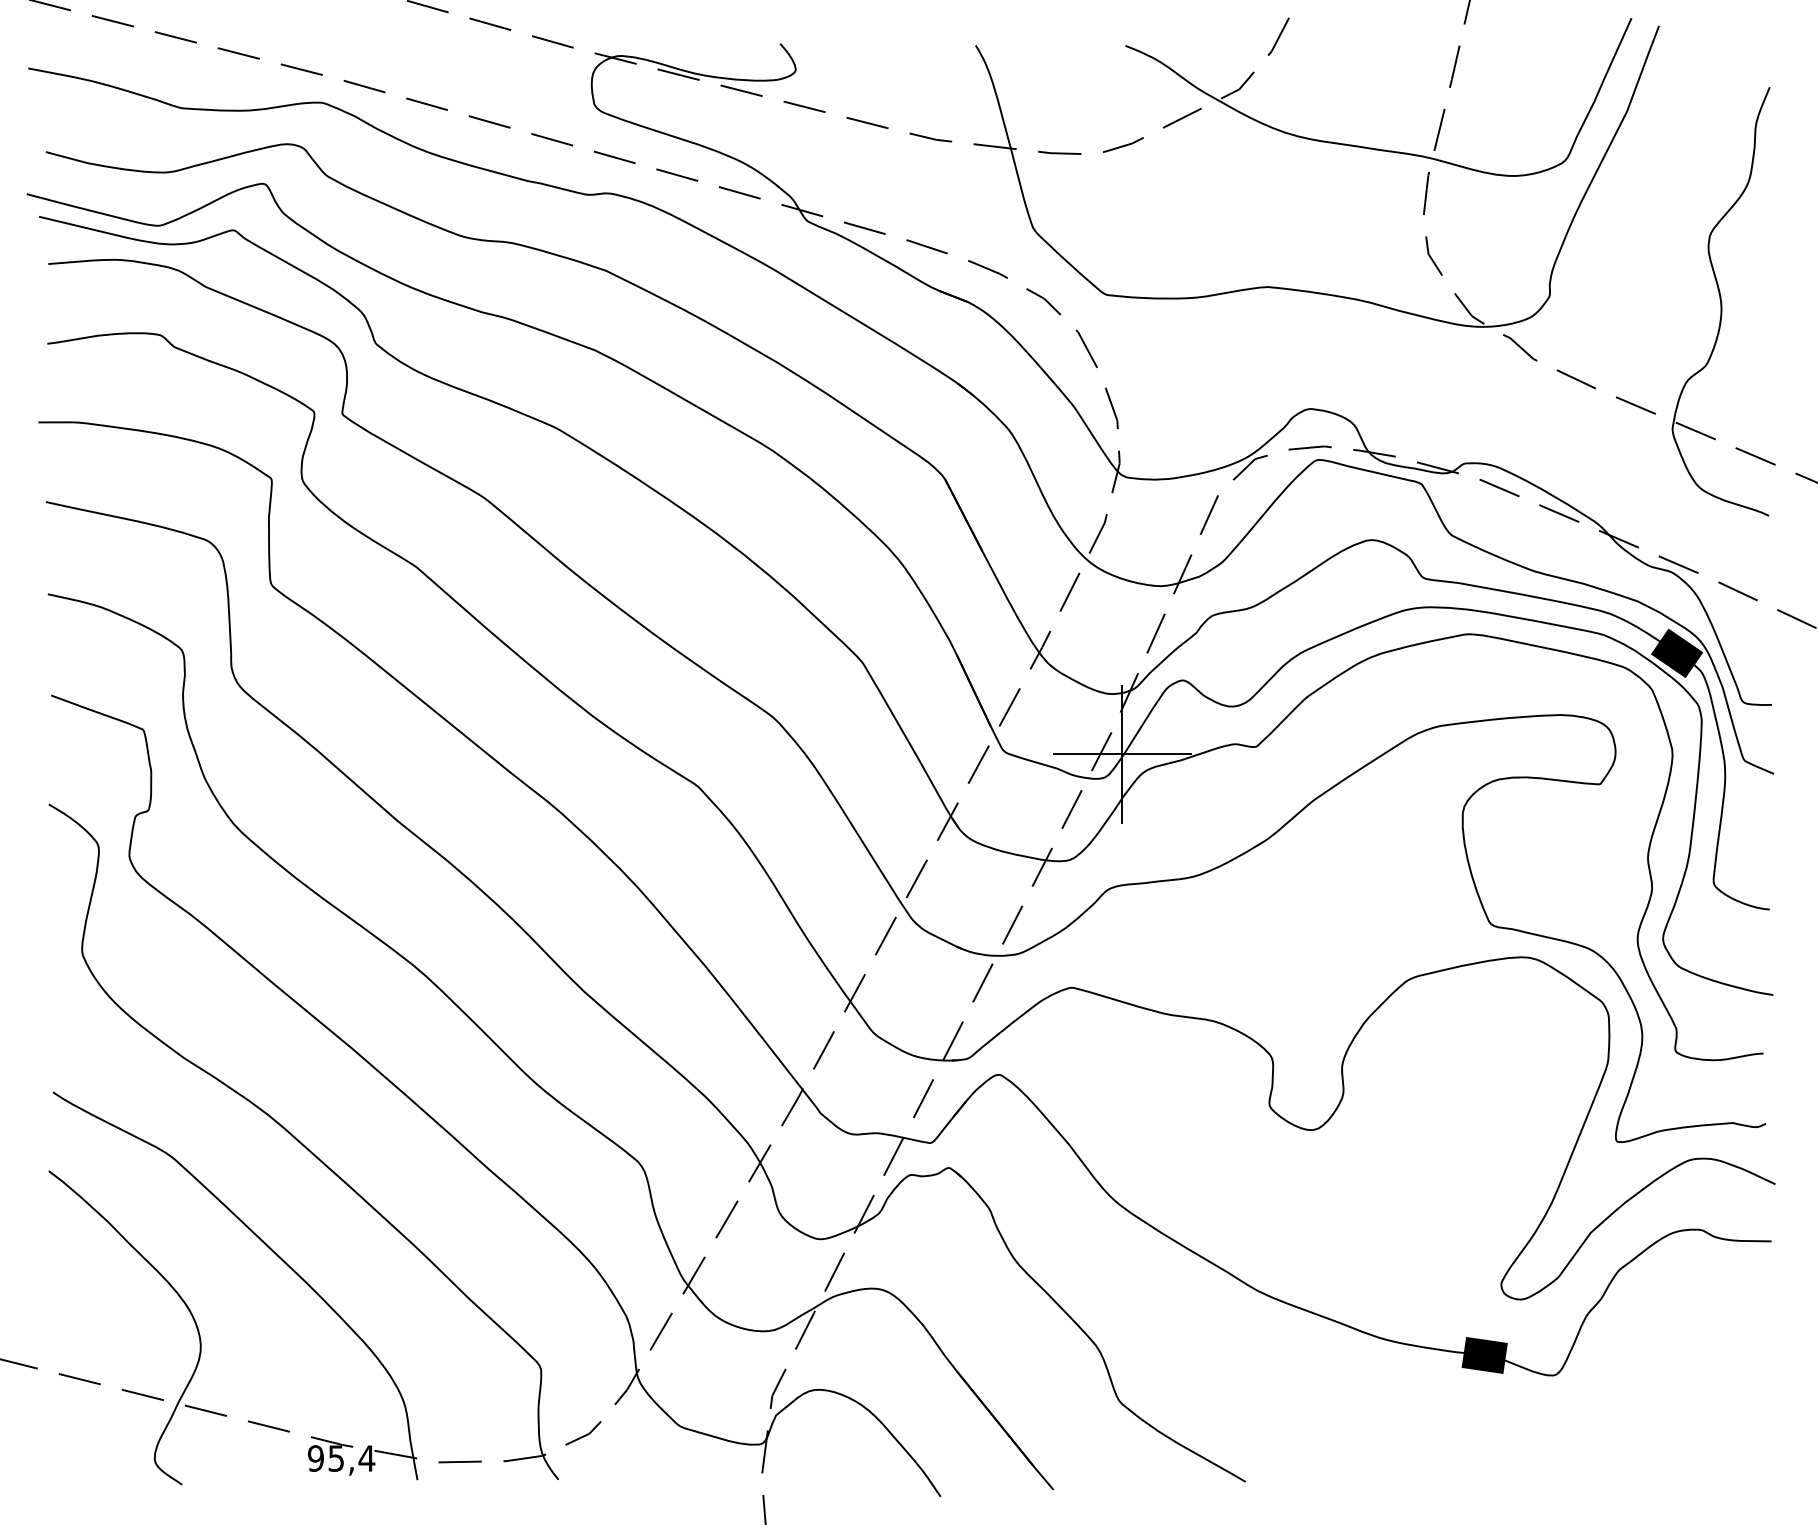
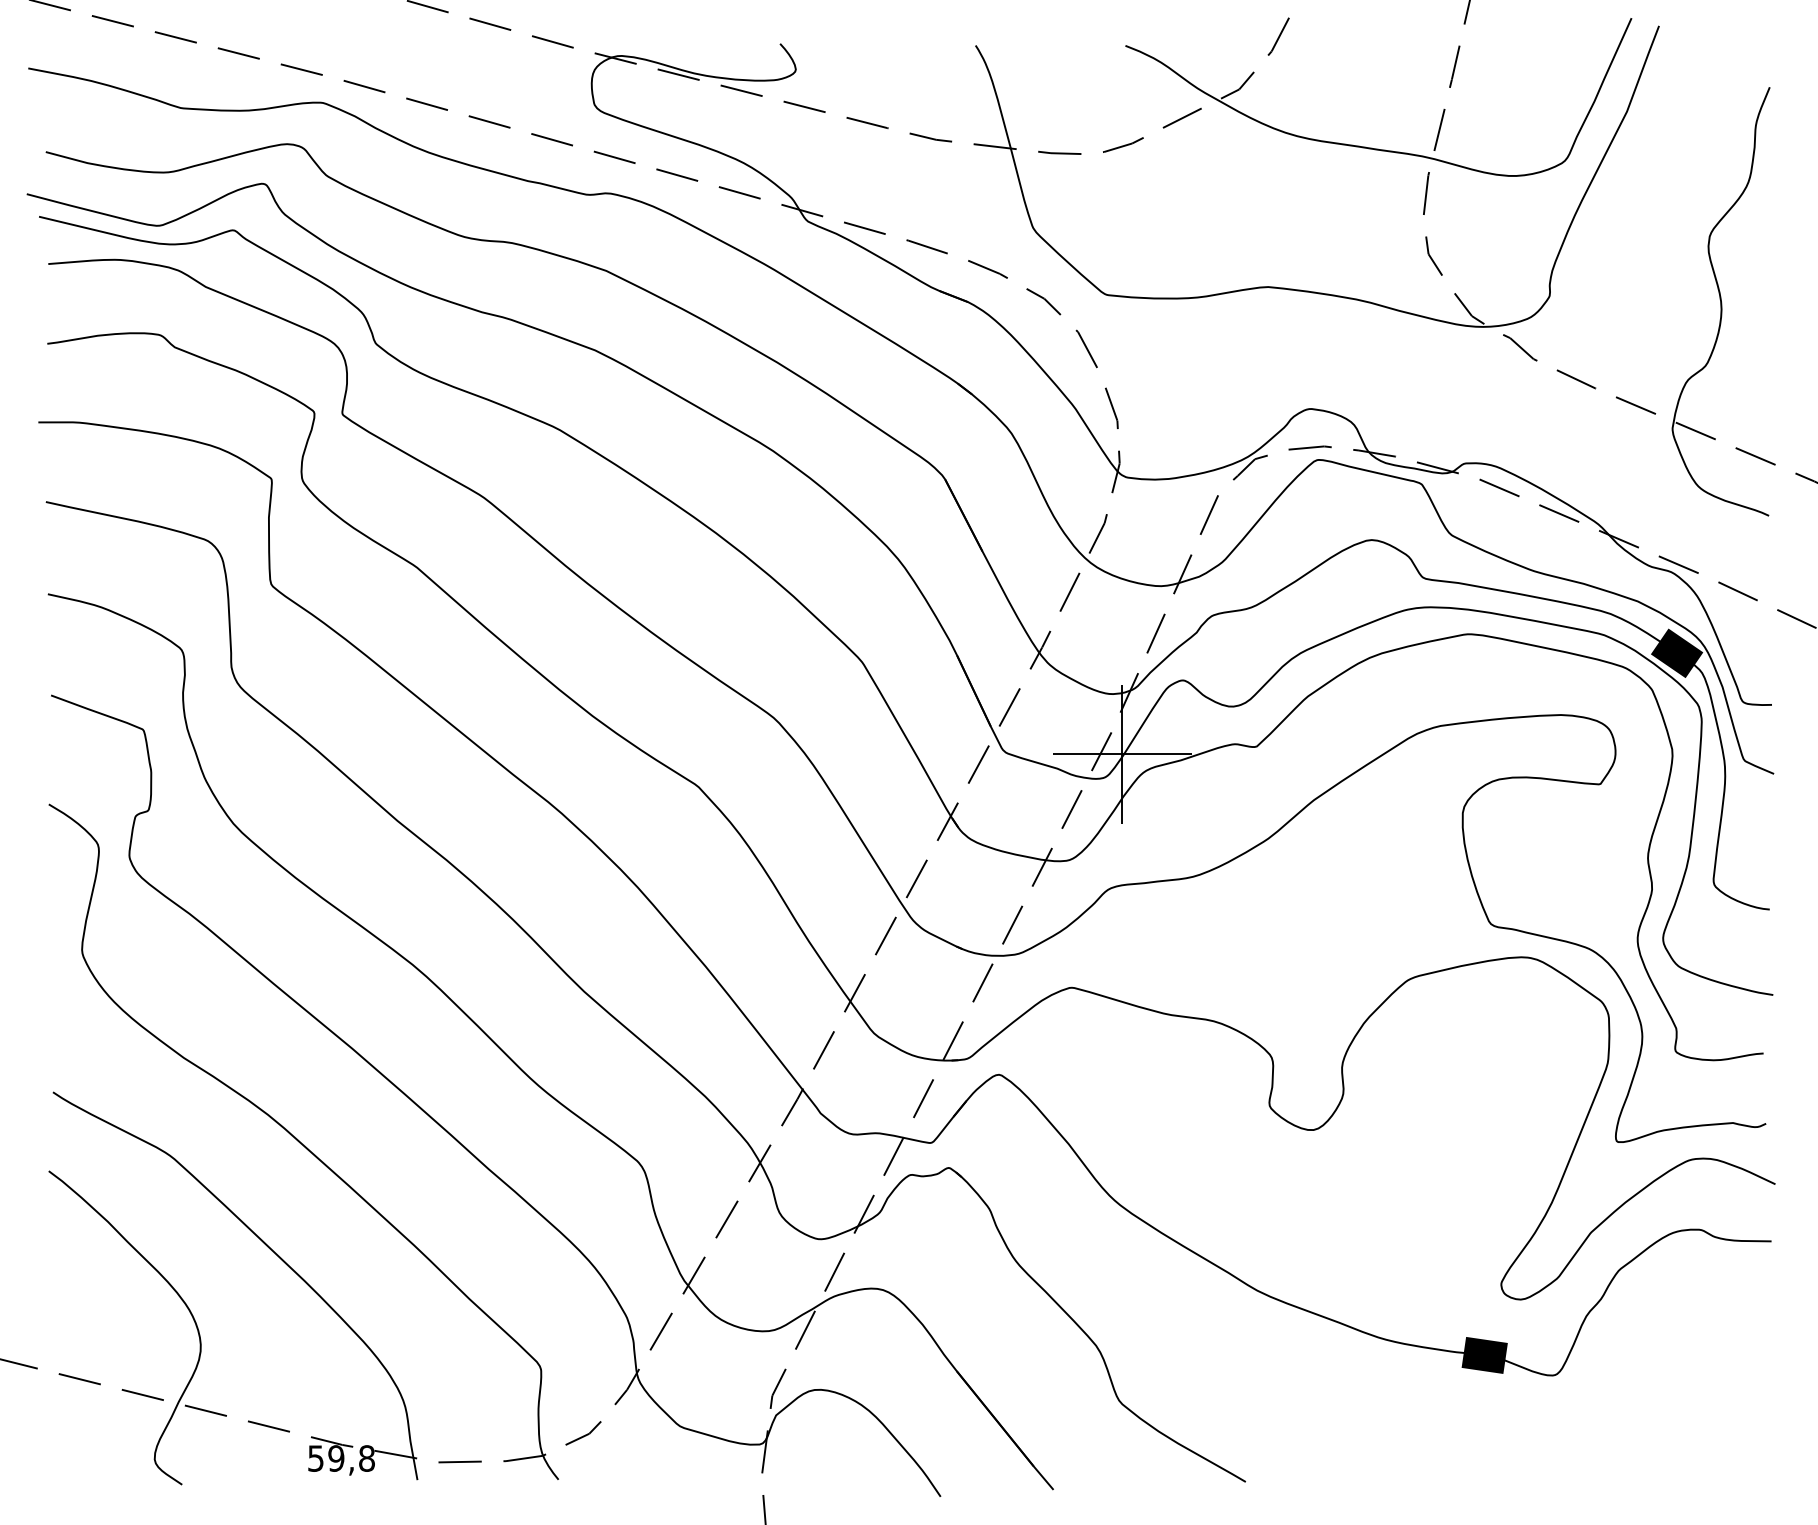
text at (341, 1458): 95,4 -> 59,8
